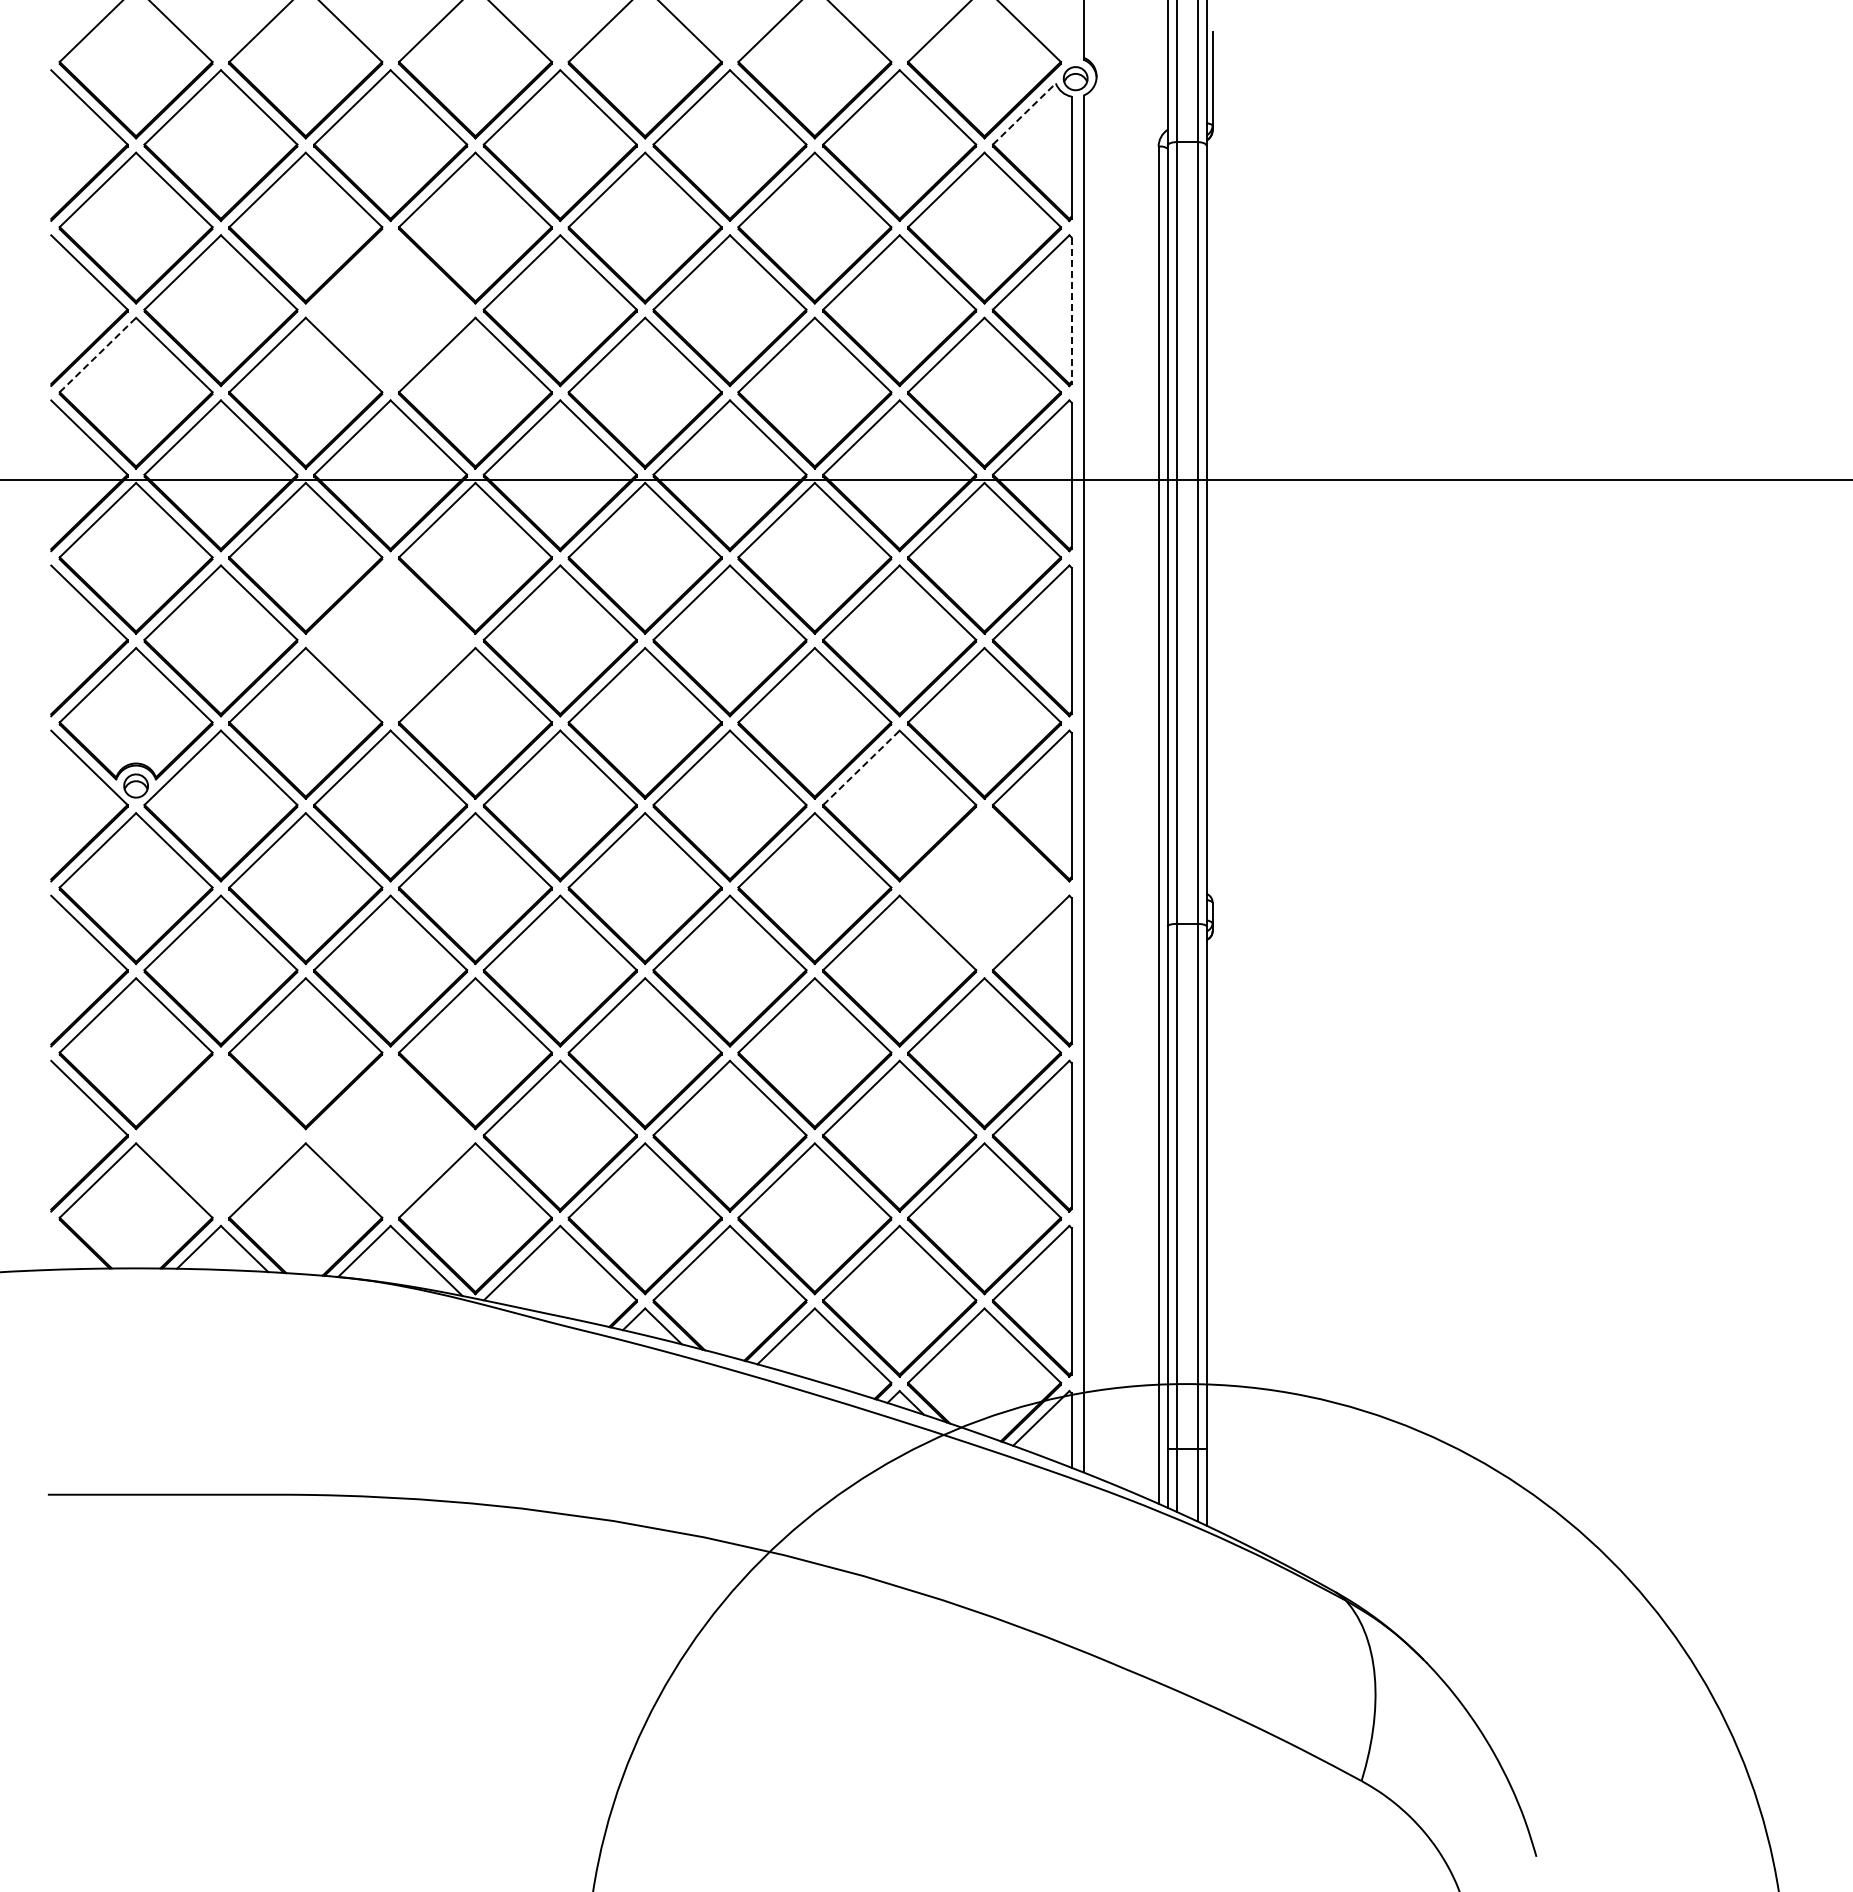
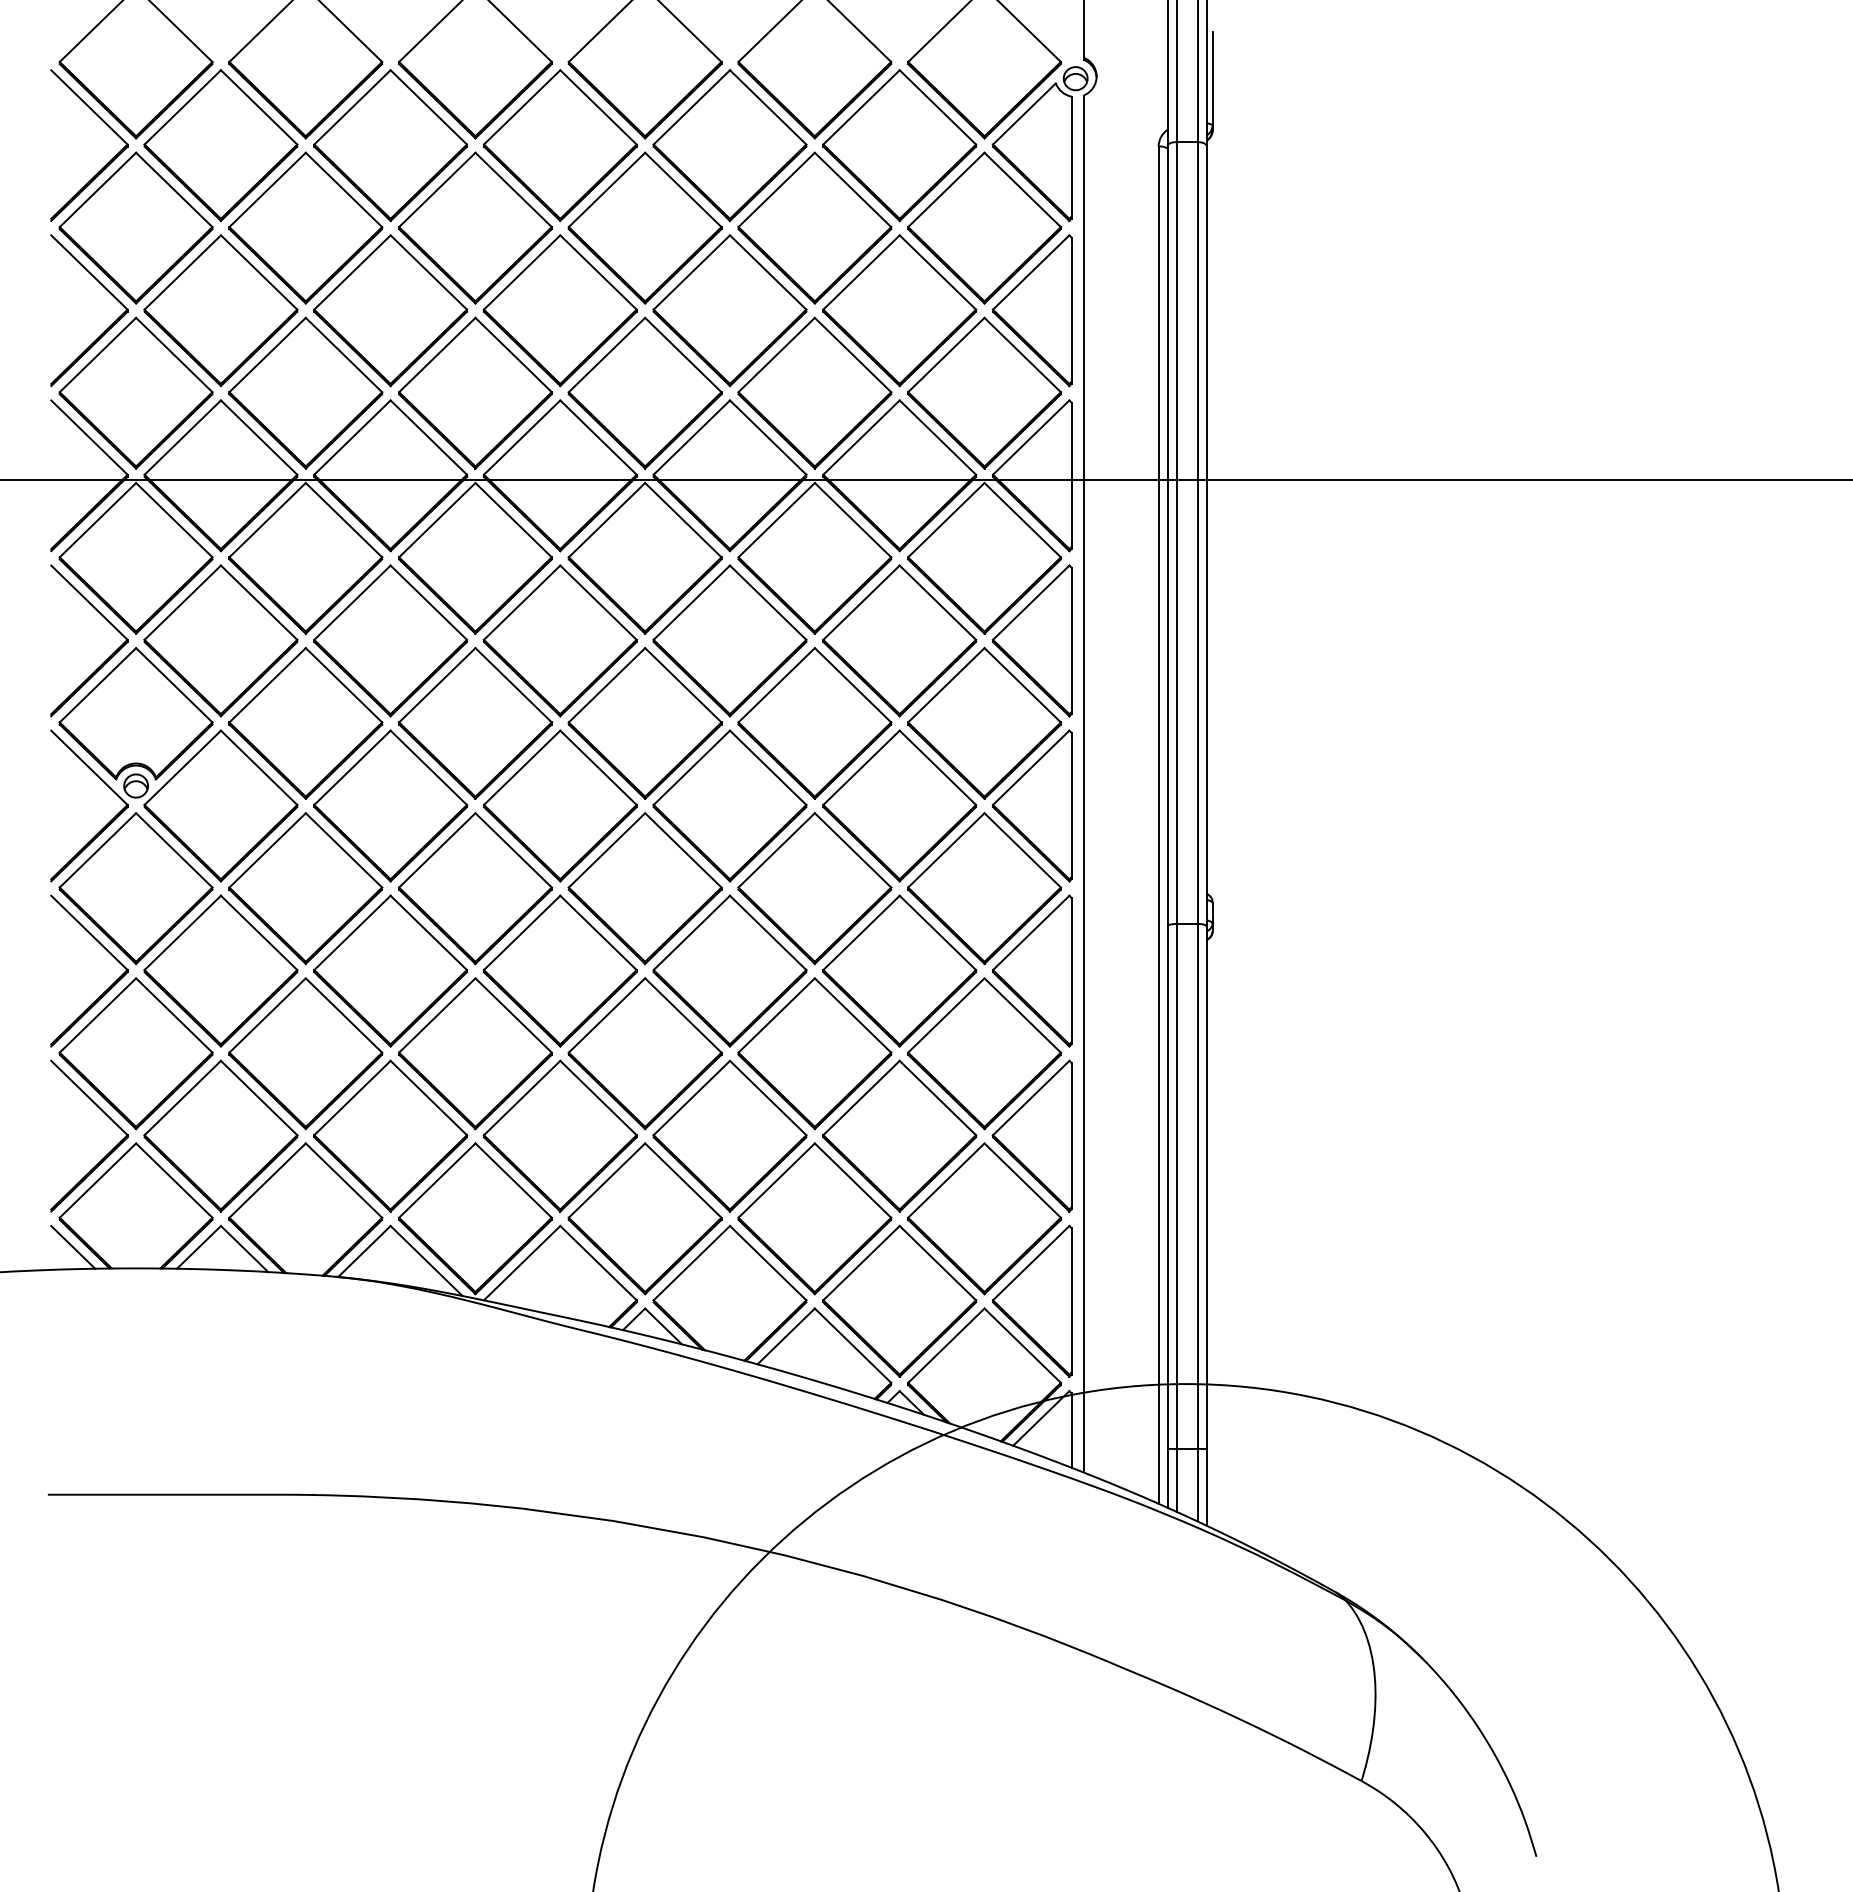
line at (1024, 113): dashed -> solid
part at (390, 310): none -> present
line at (1071, 310): dashed -> solid
line at (98, 354): dashed -> solid
part at (390, 640): none -> present
line at (861, 767): dashed -> solid
part at (984, 888): none -> present
part at (220, 1135): none -> present
part at (390, 1135): none -> present
line at (73, 1247): none -> present
